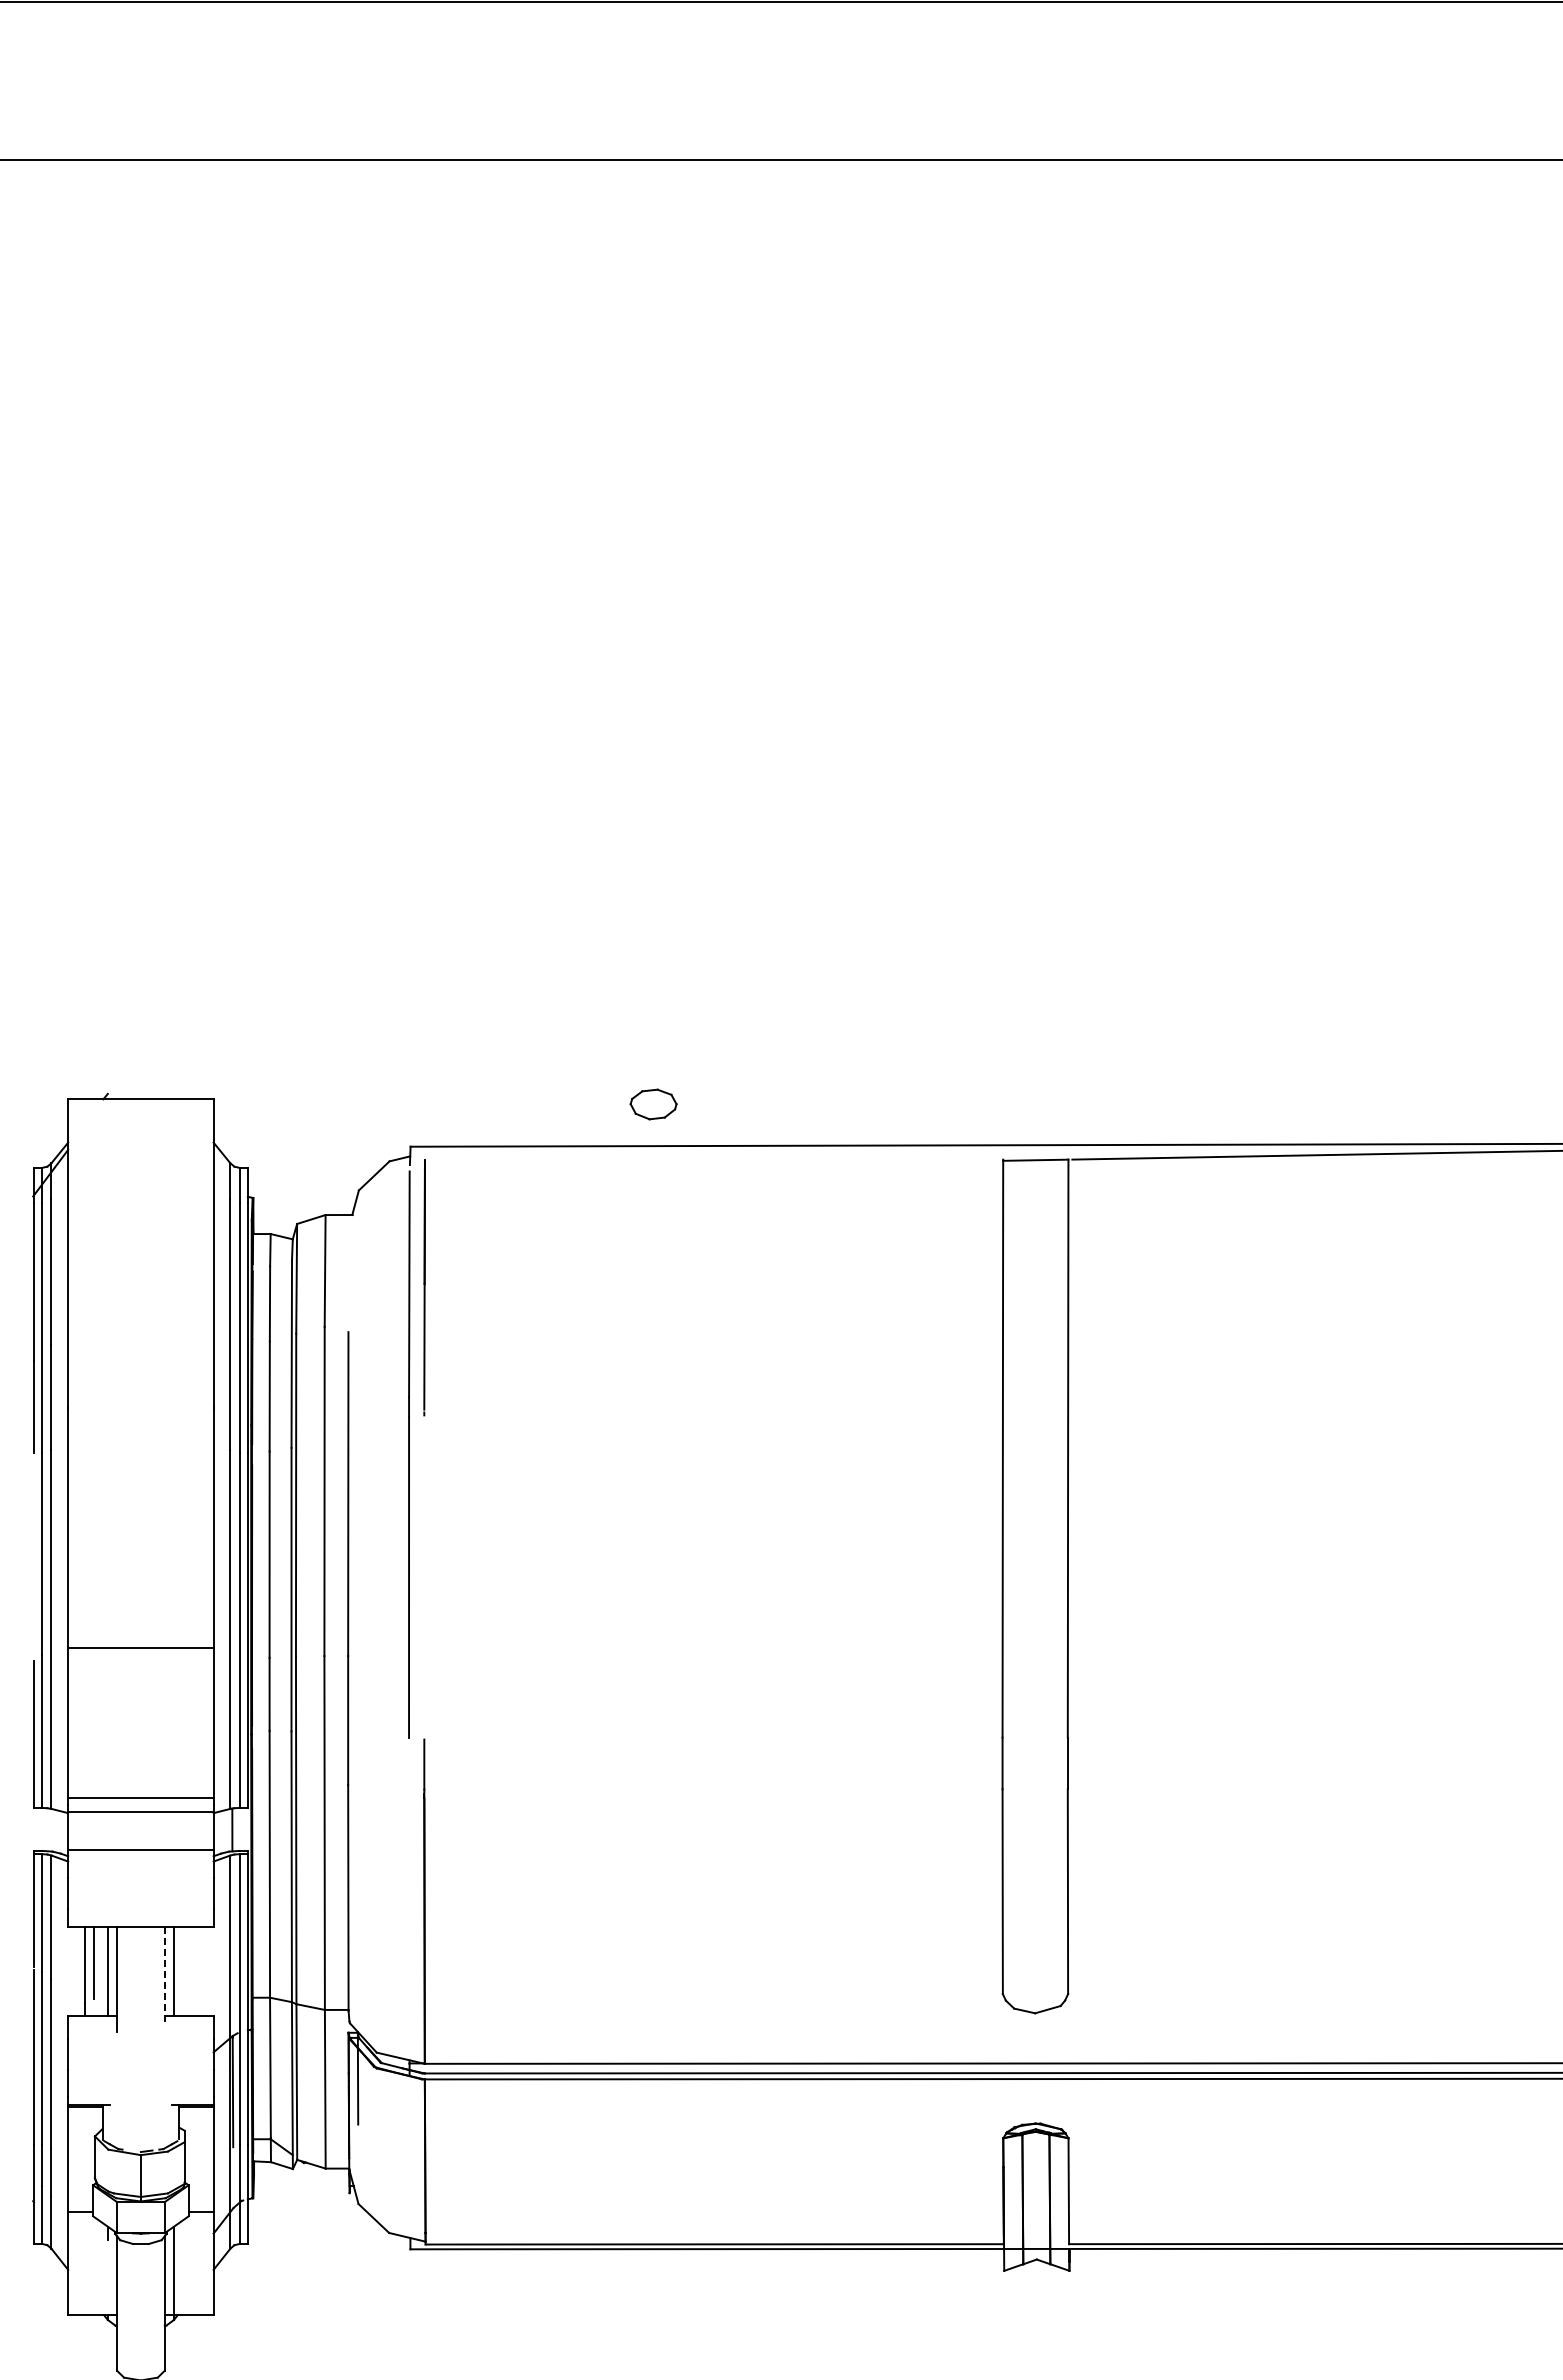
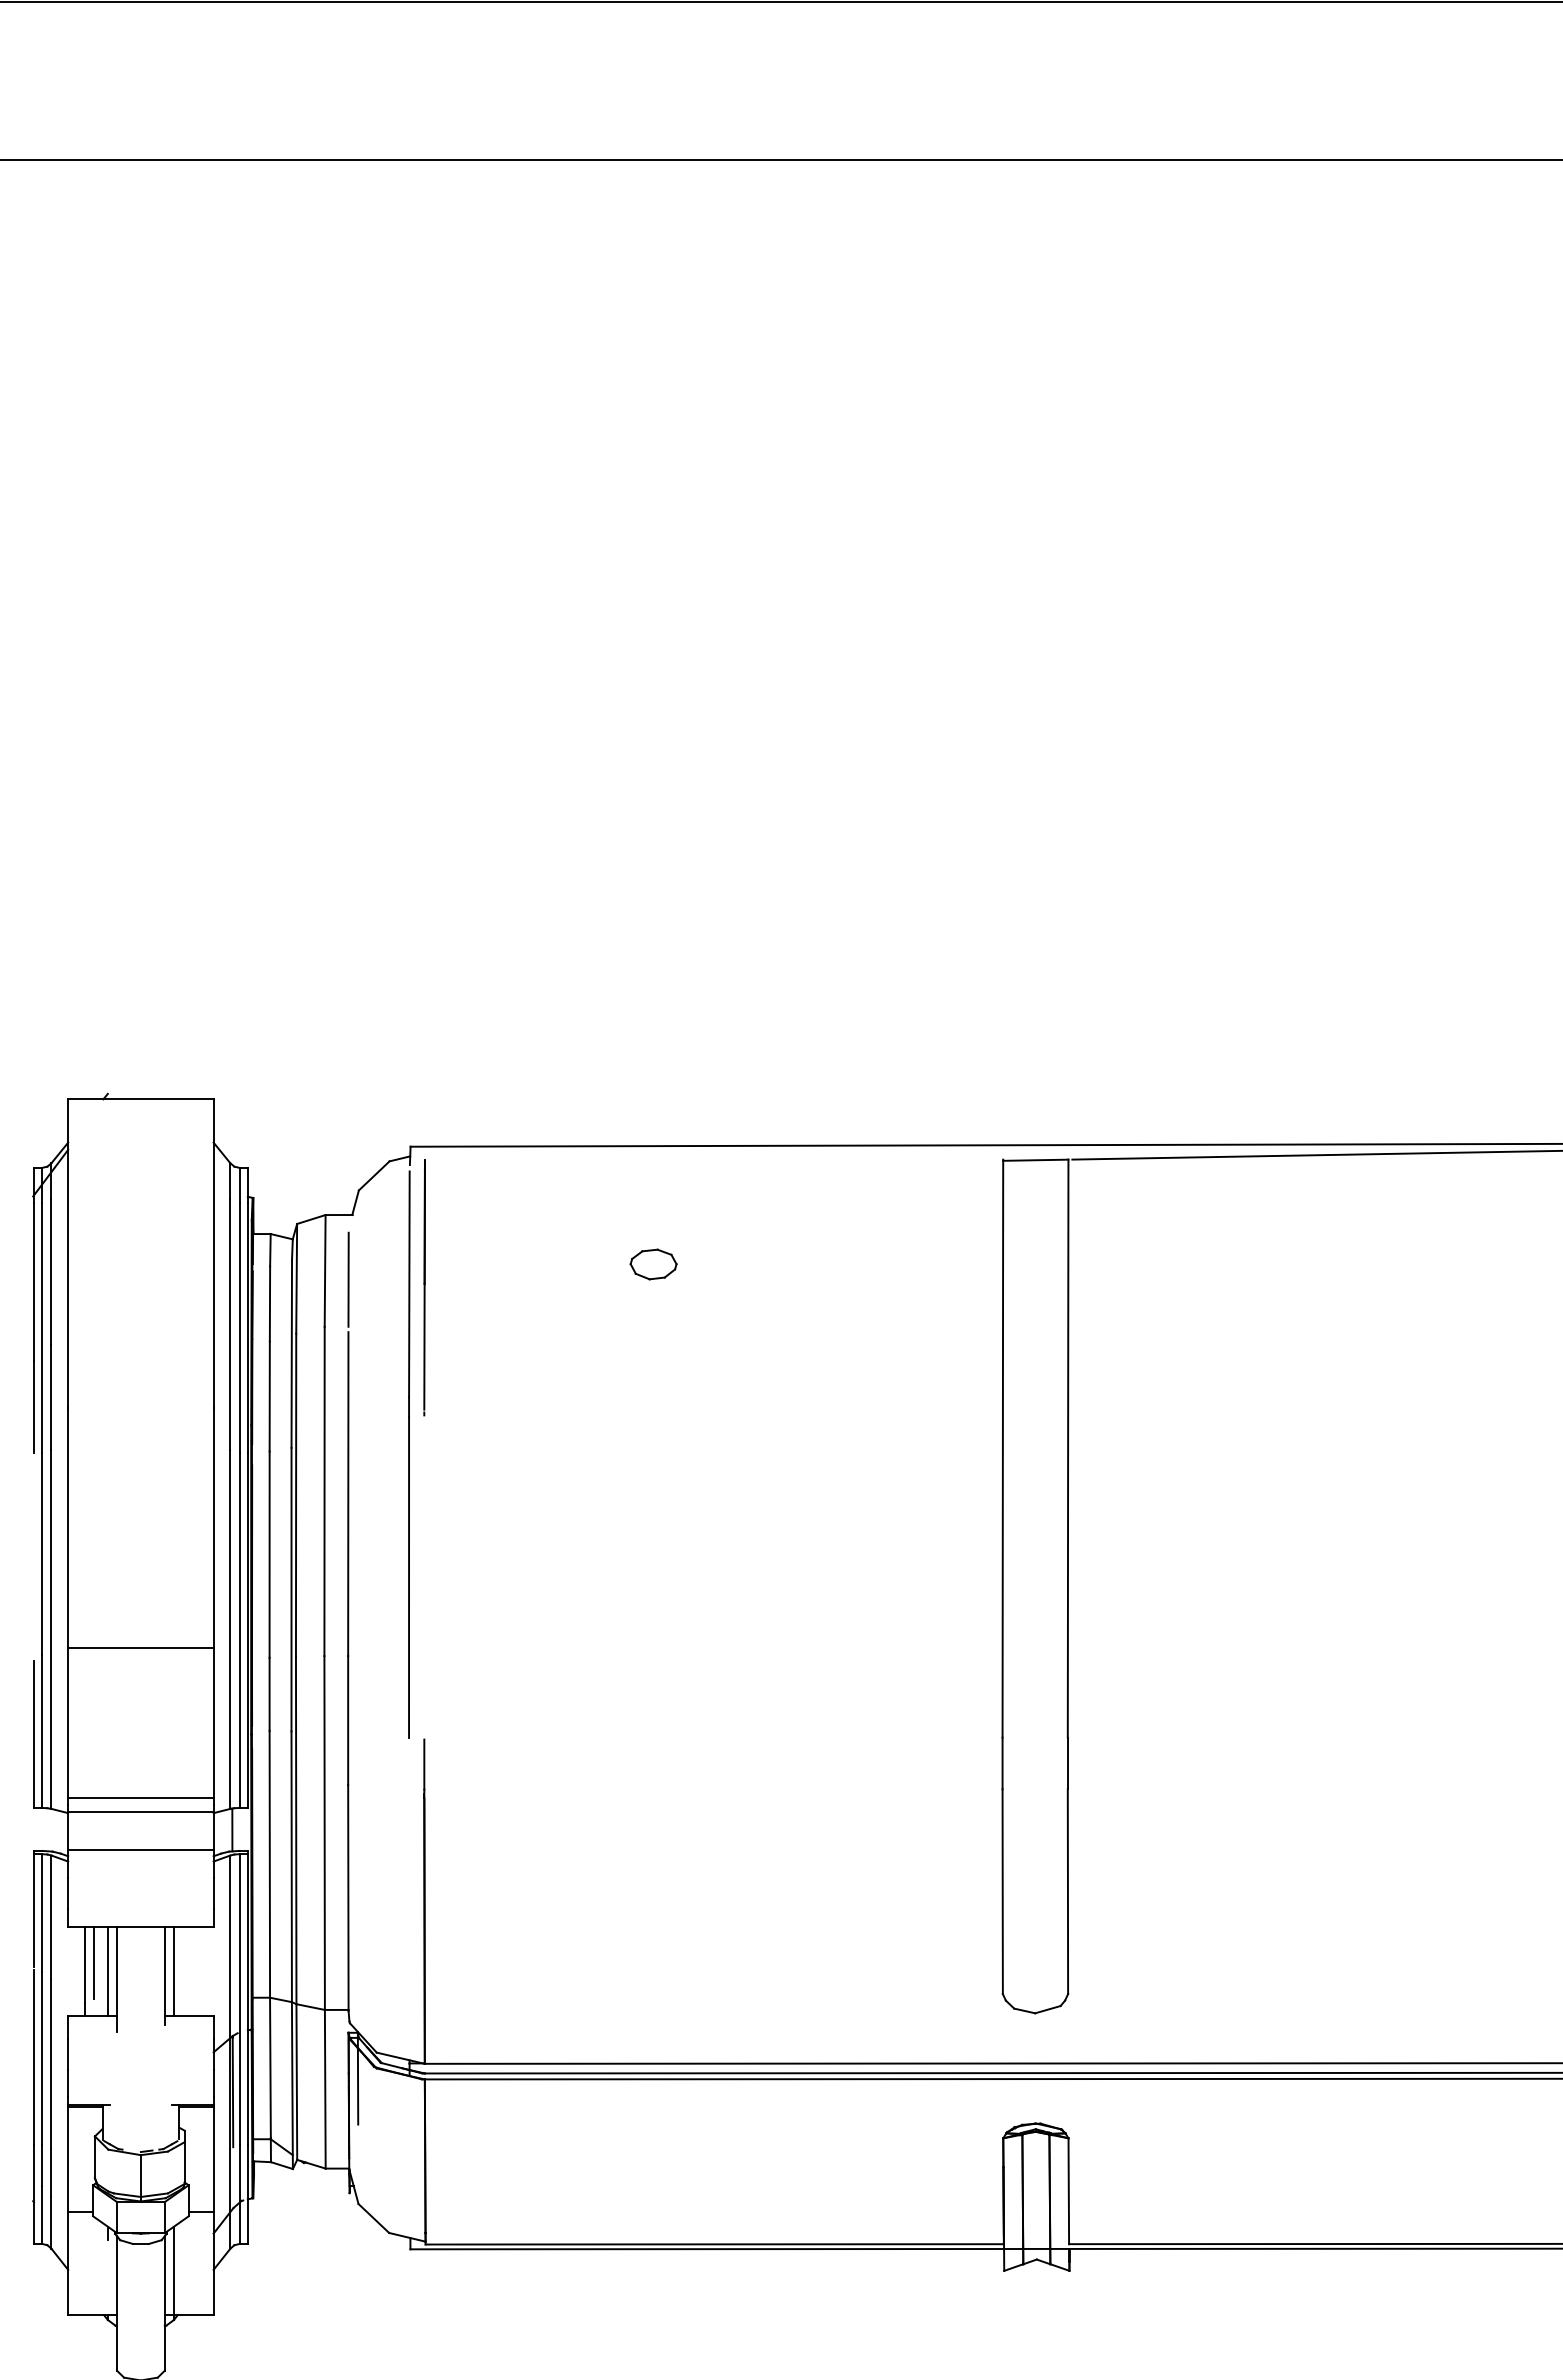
part at (653, 1104) position: (653, 1104) -> (653, 1264)
line at (348, 1279): none -> present
line at (164, 1975): dashed -> solid
